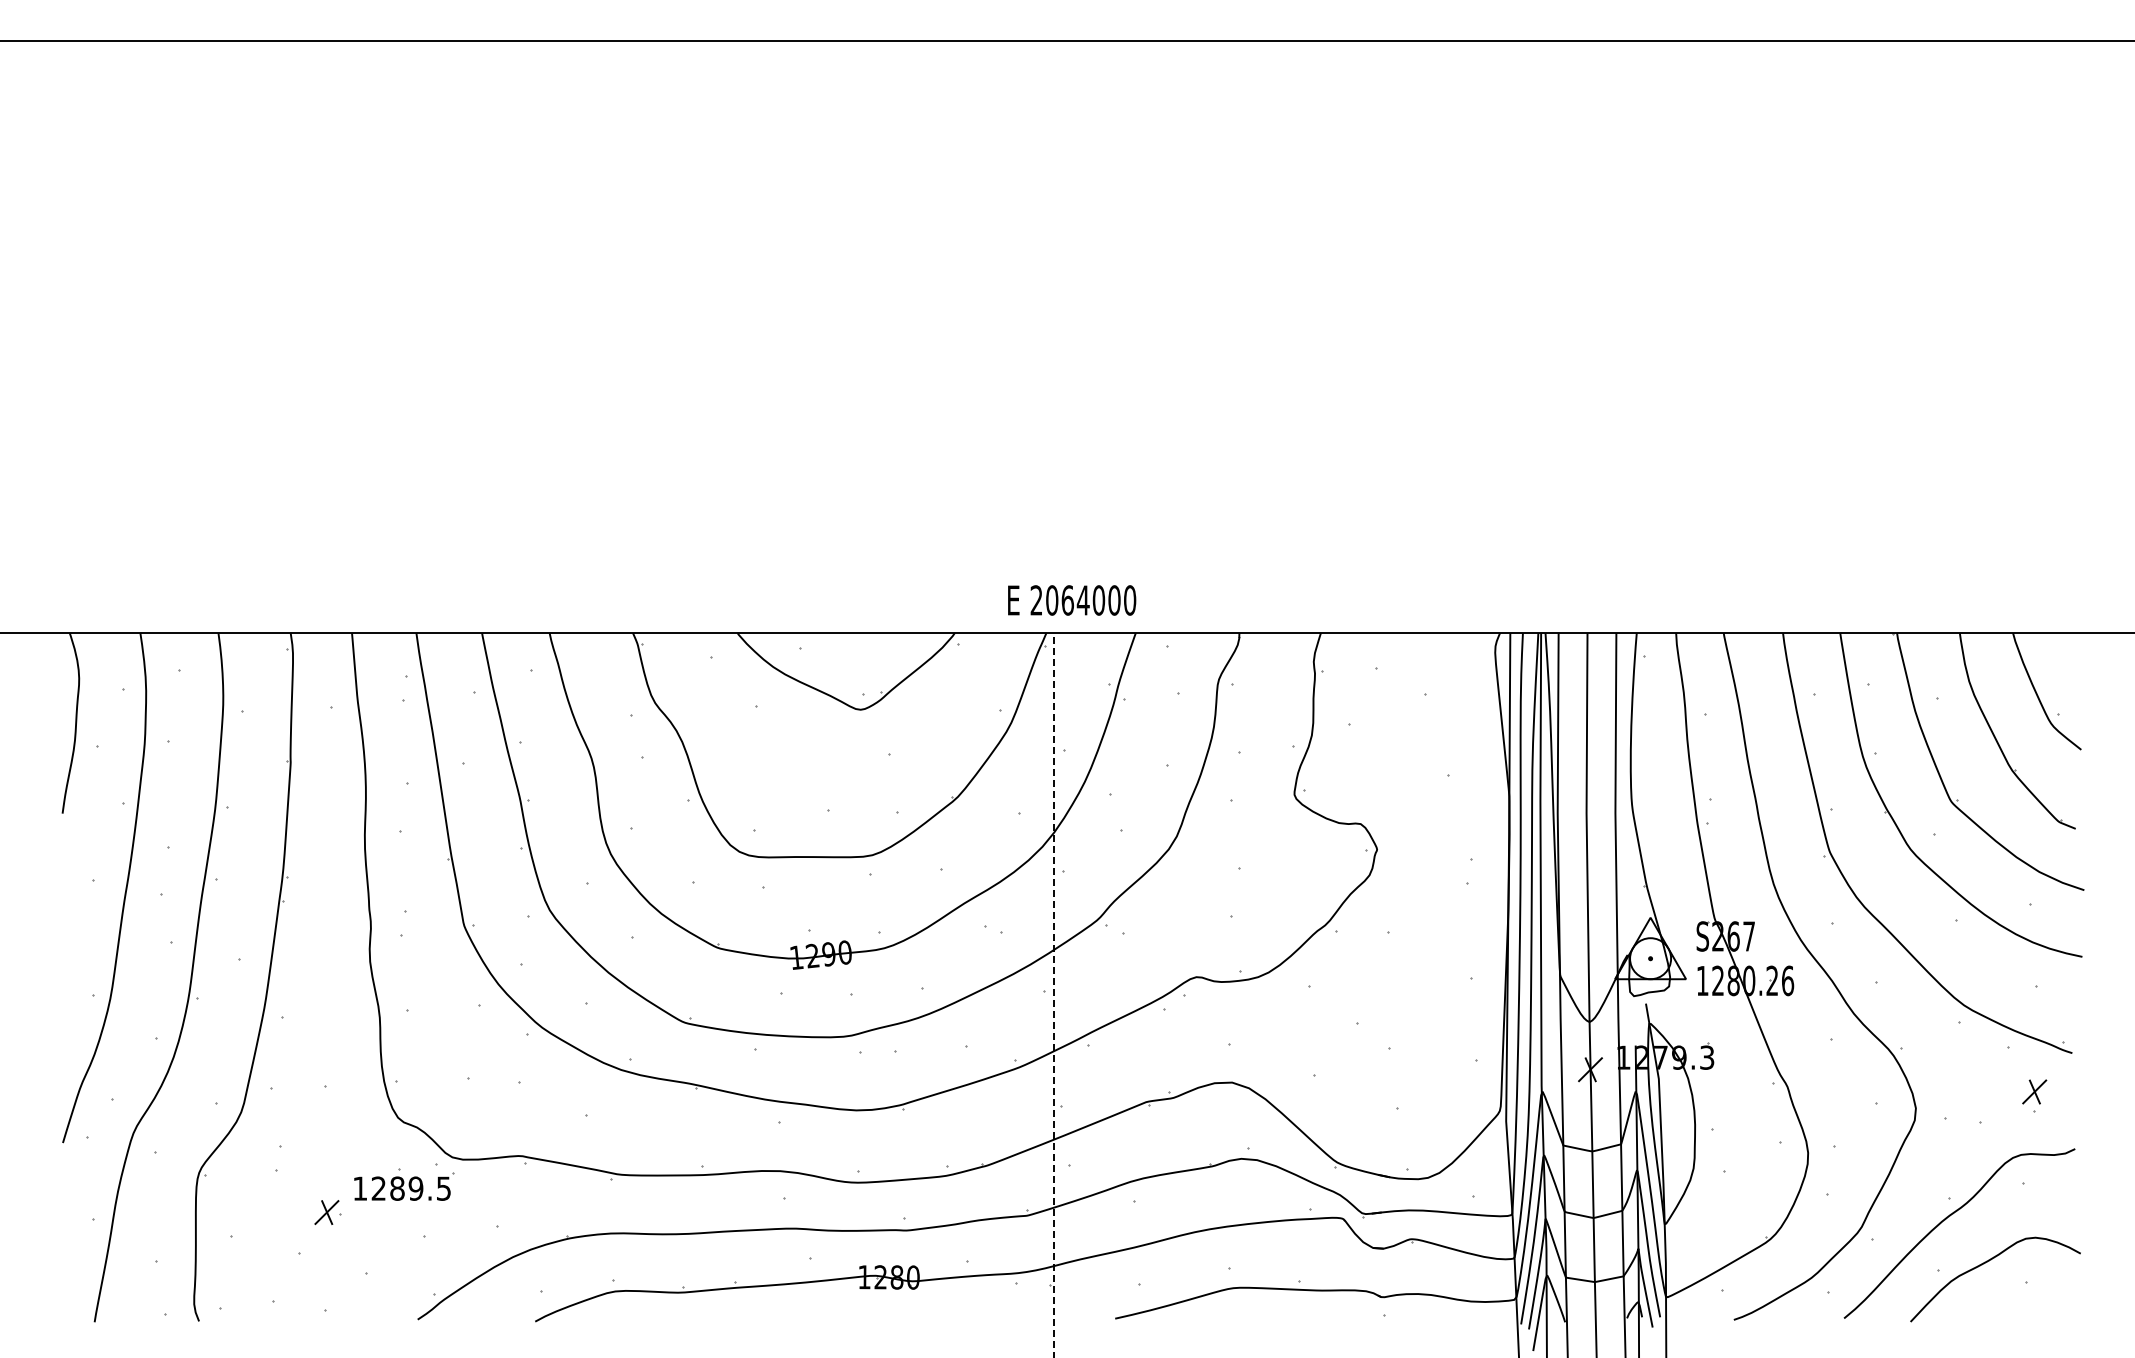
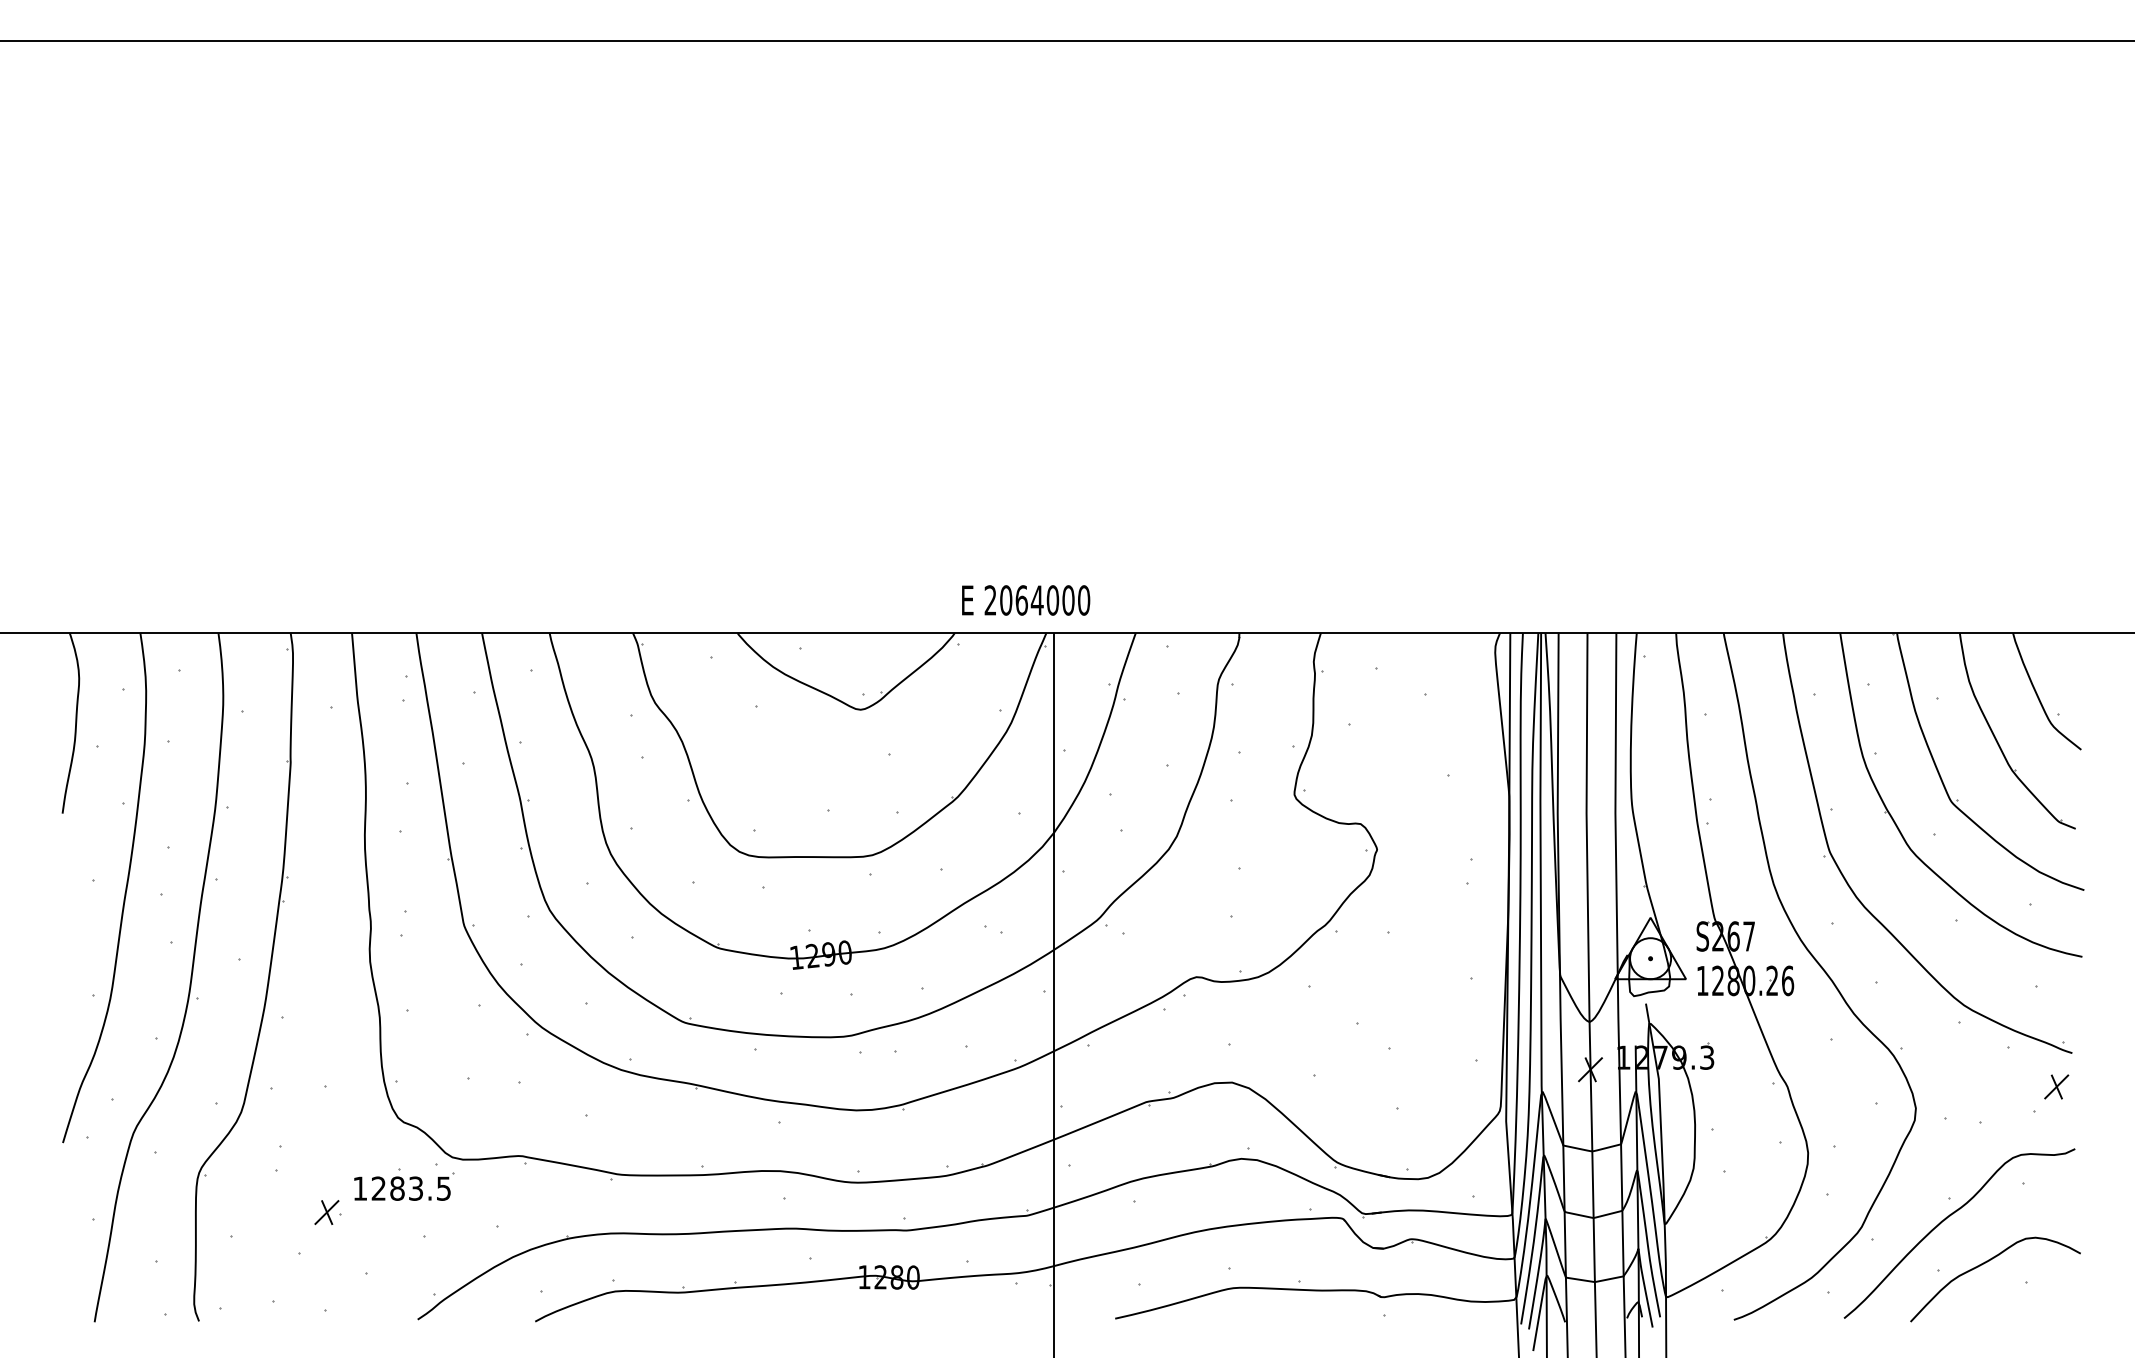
text at (1072, 600) position: (1072, 600) -> (1026, 600)
line at (1054, 994): dashed -> solid
part at (2034, 1091) position: (2034, 1091) -> (2056, 1086)
text at (415, 1188): 1289.5 -> 1283.5
